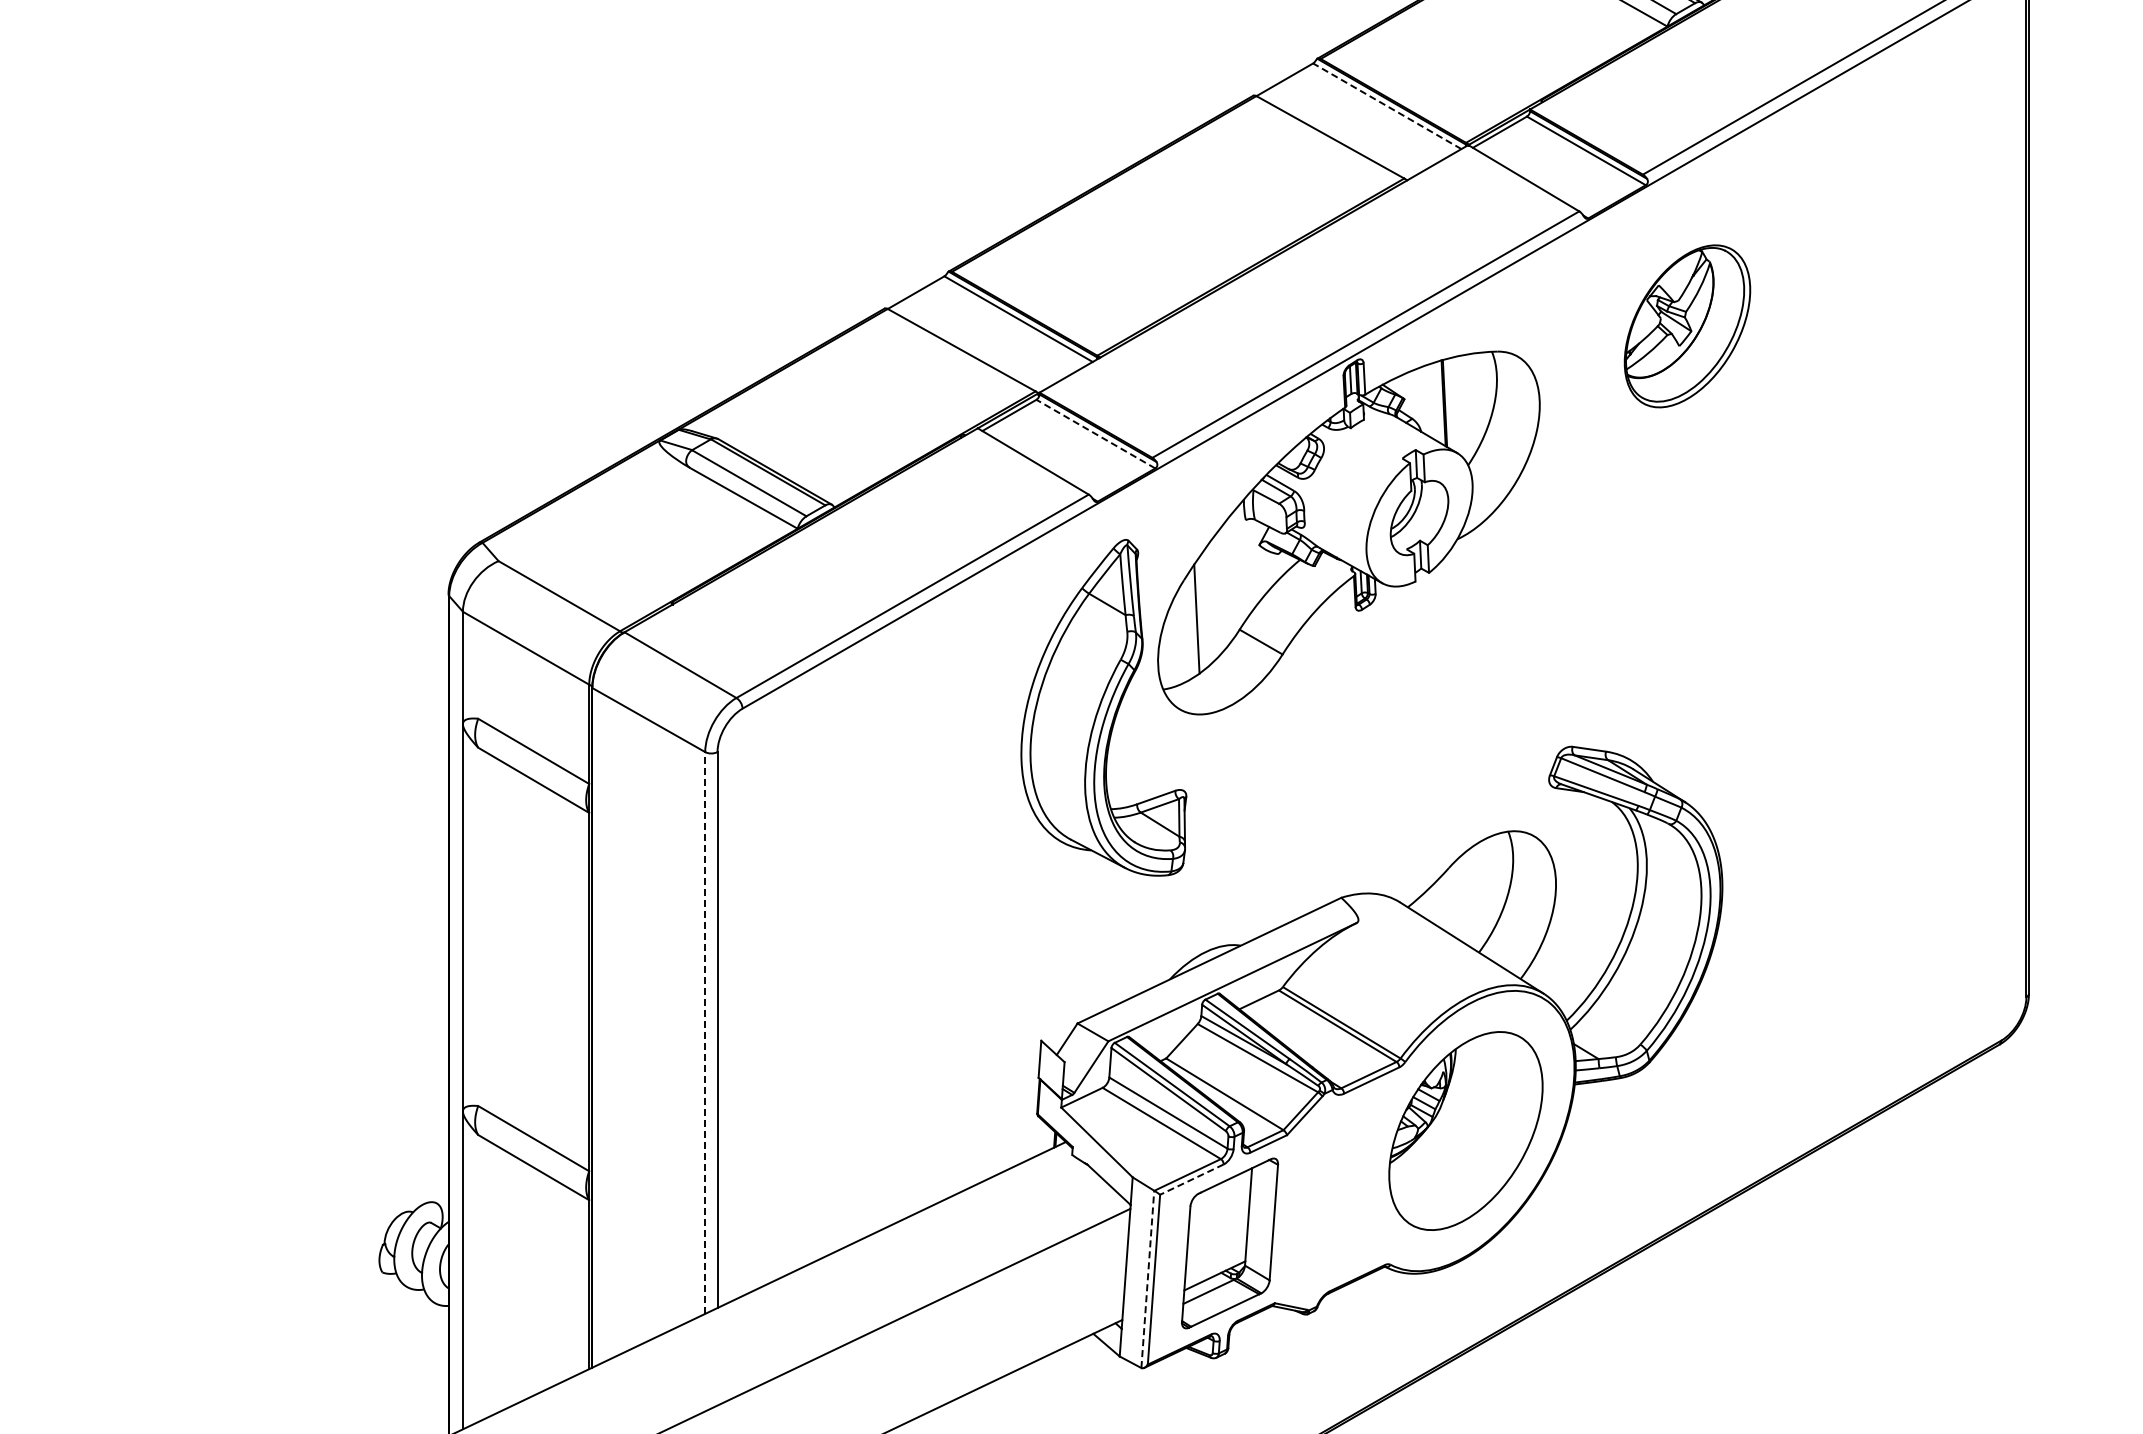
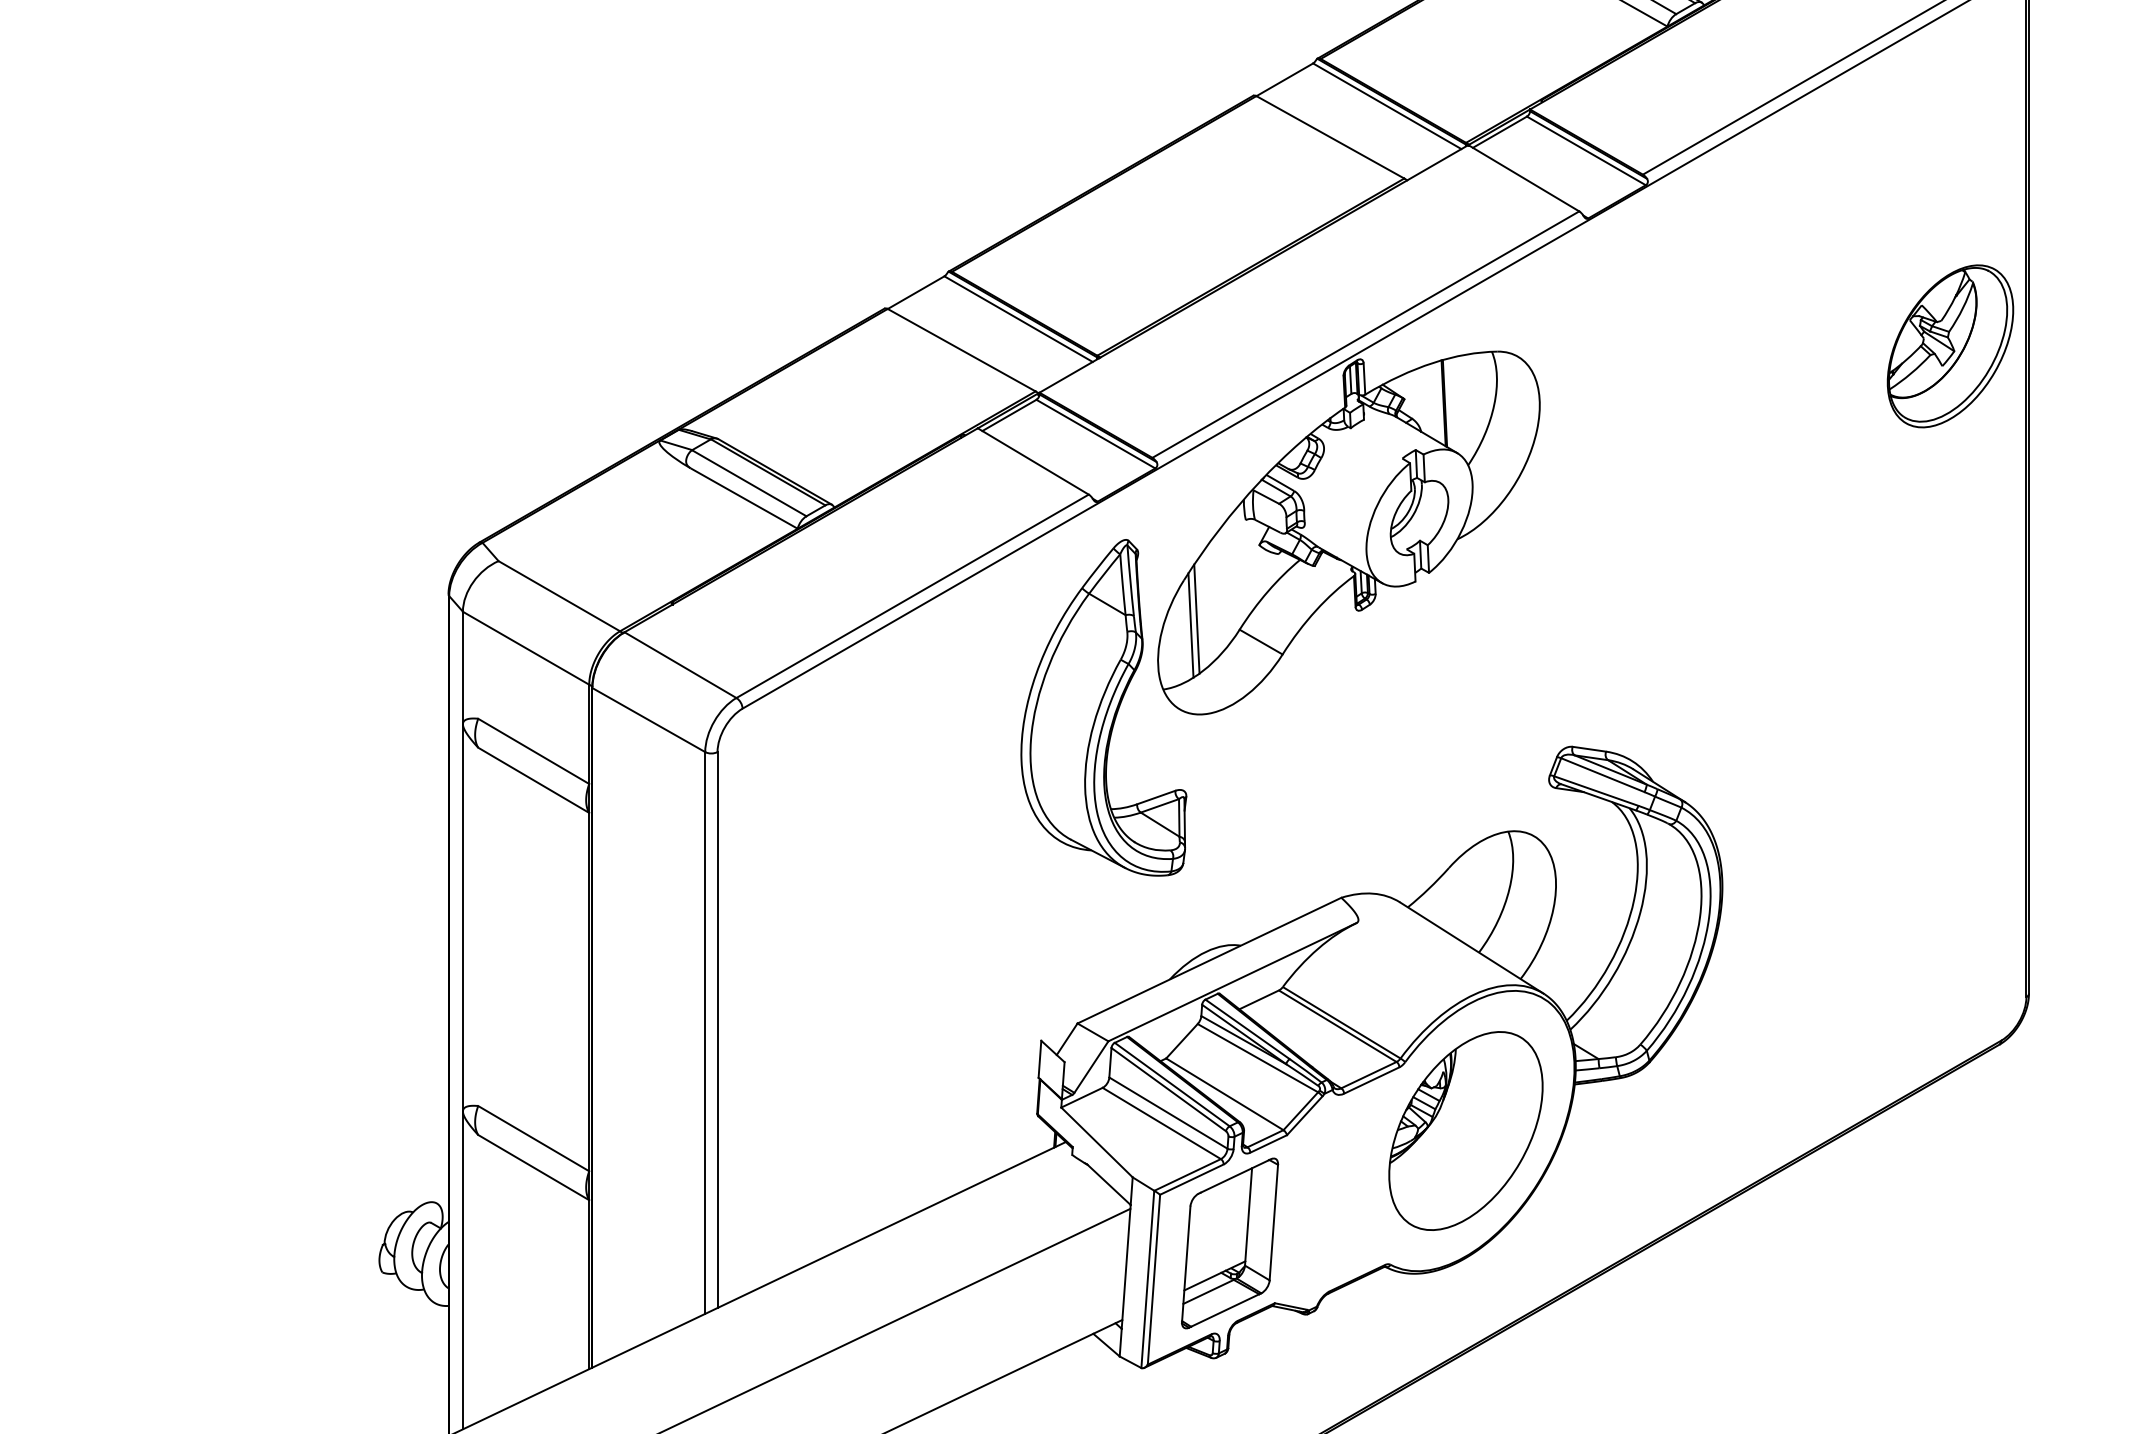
line at (1387, 106): dashed -> solid
part at (1687, 326) position: (1687, 326) -> (1950, 346)
line at (1095, 434): dashed -> solid
line at (1190, 625): none -> present
line at (705, 1032): dashed -> solid
line at (1191, 1179): dashed -> solid
line at (1147, 1279): dashed -> solid
